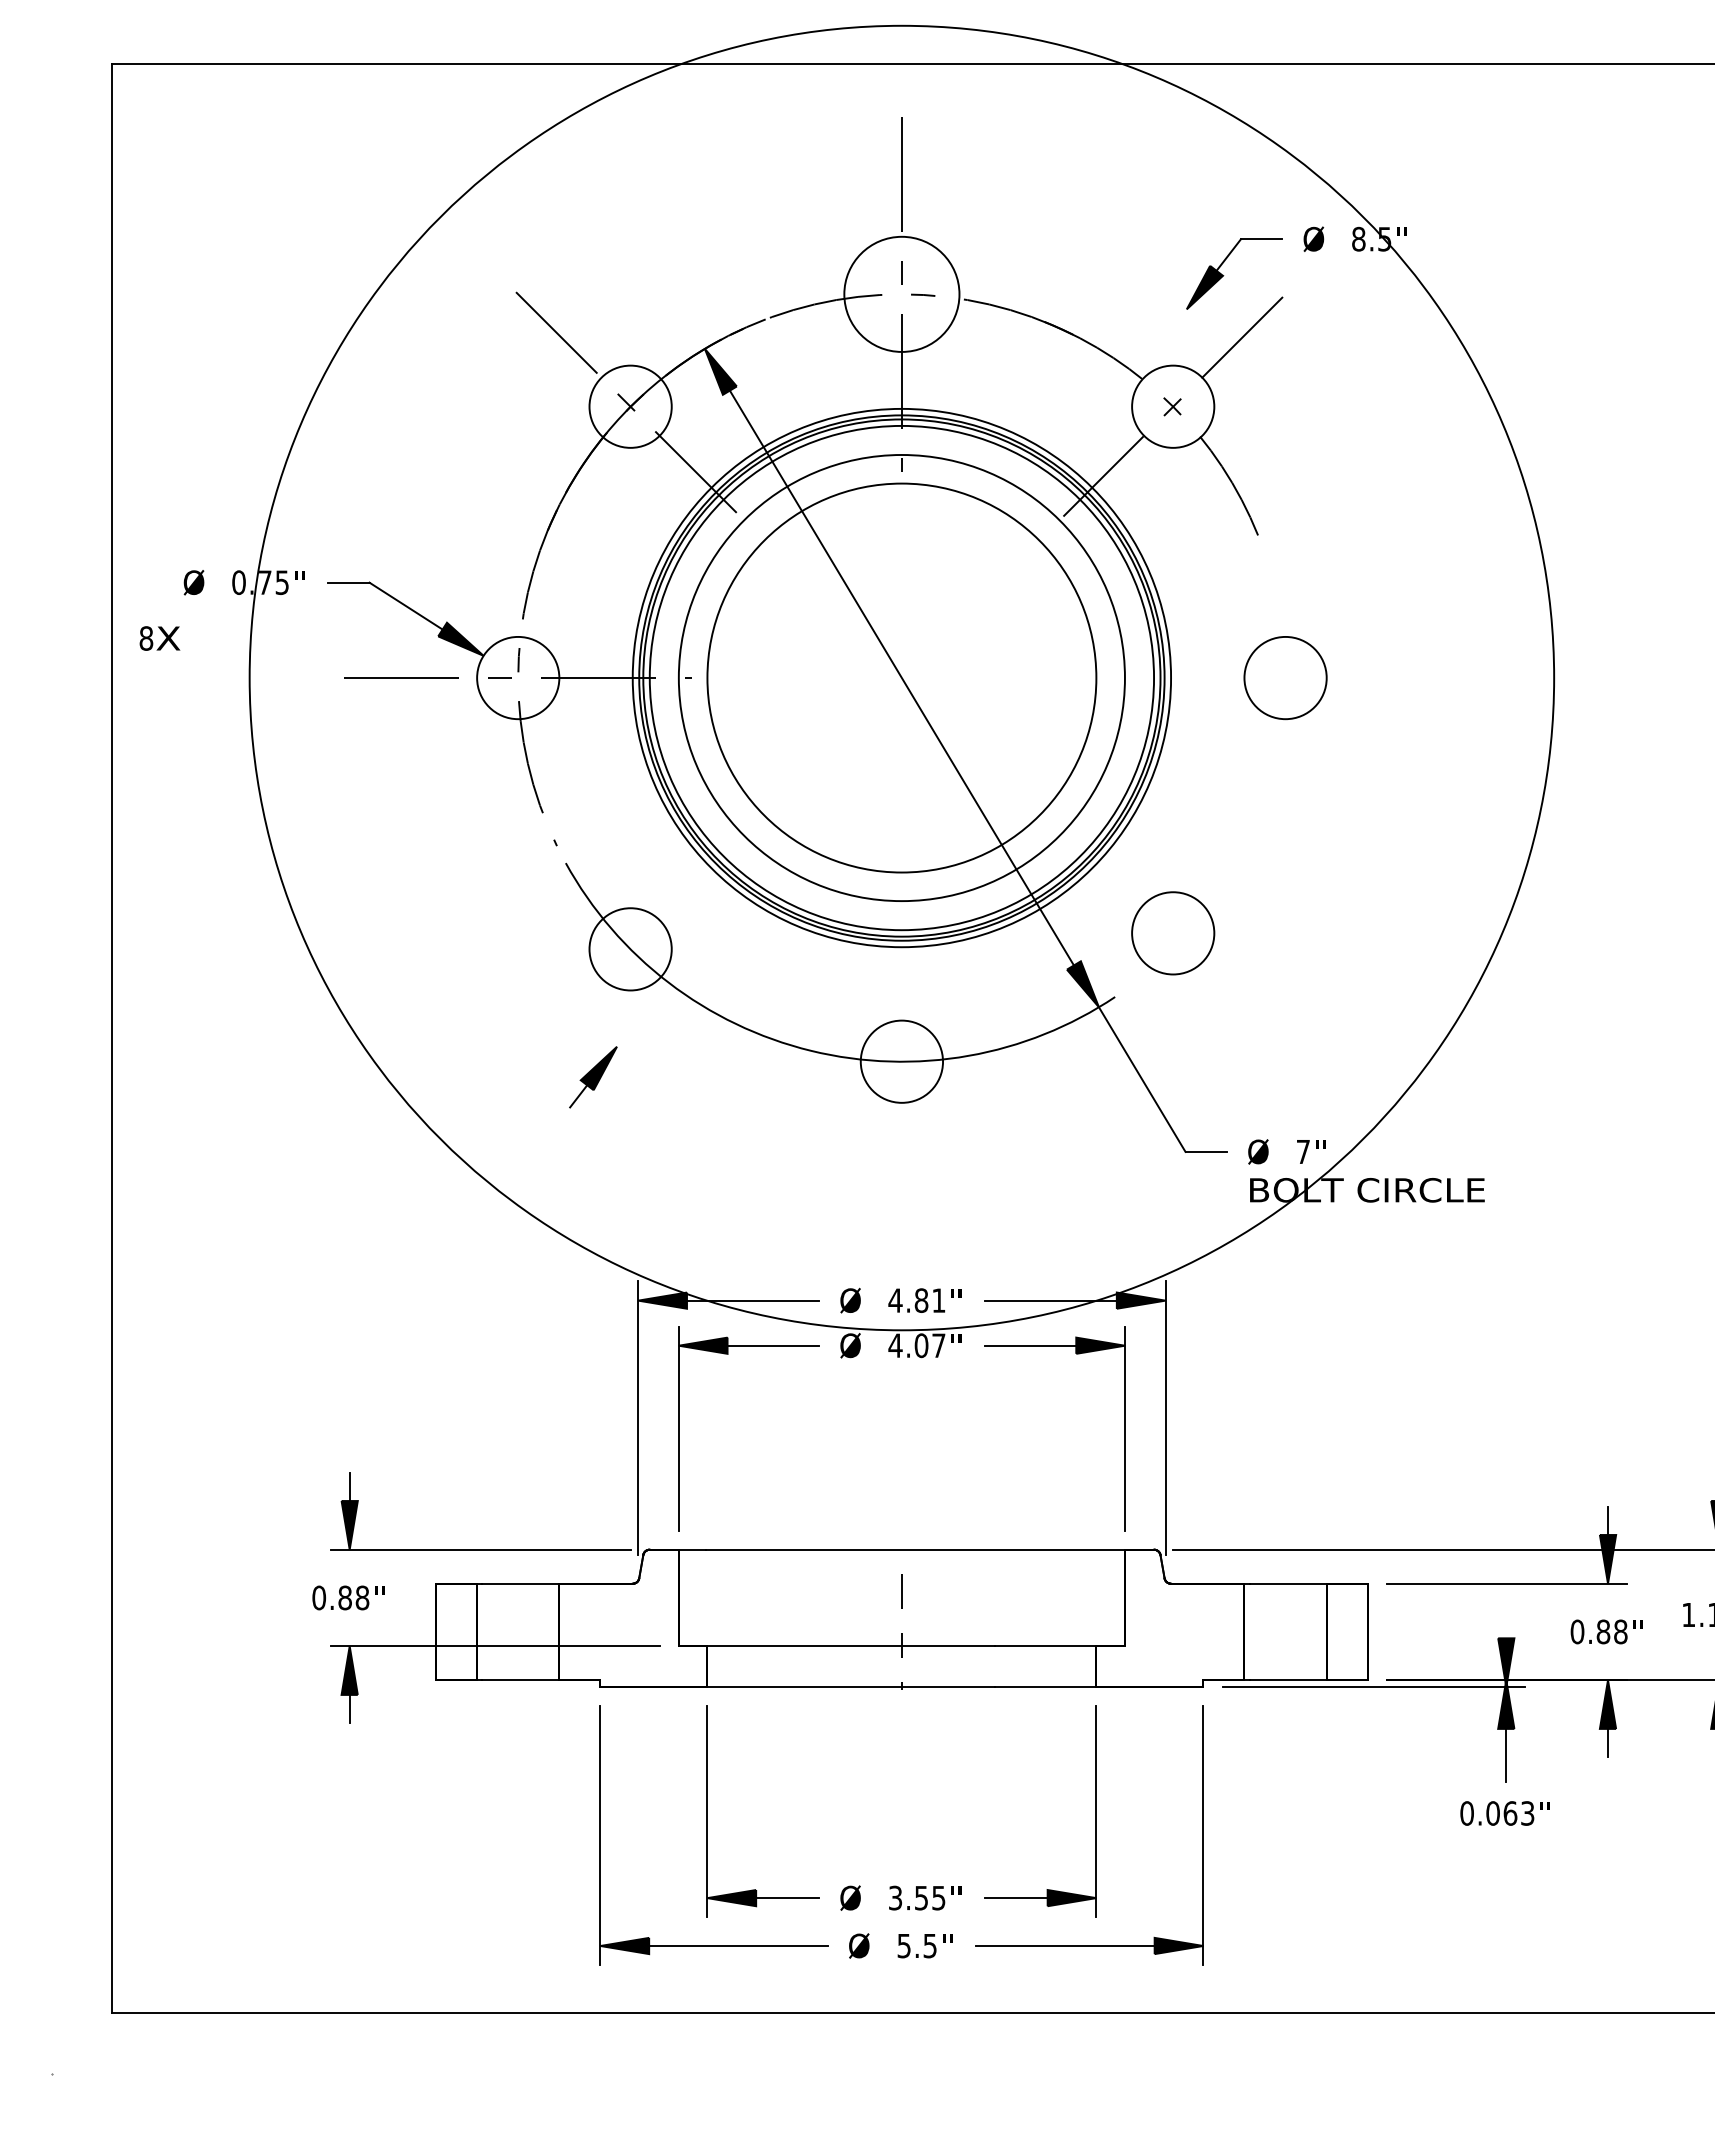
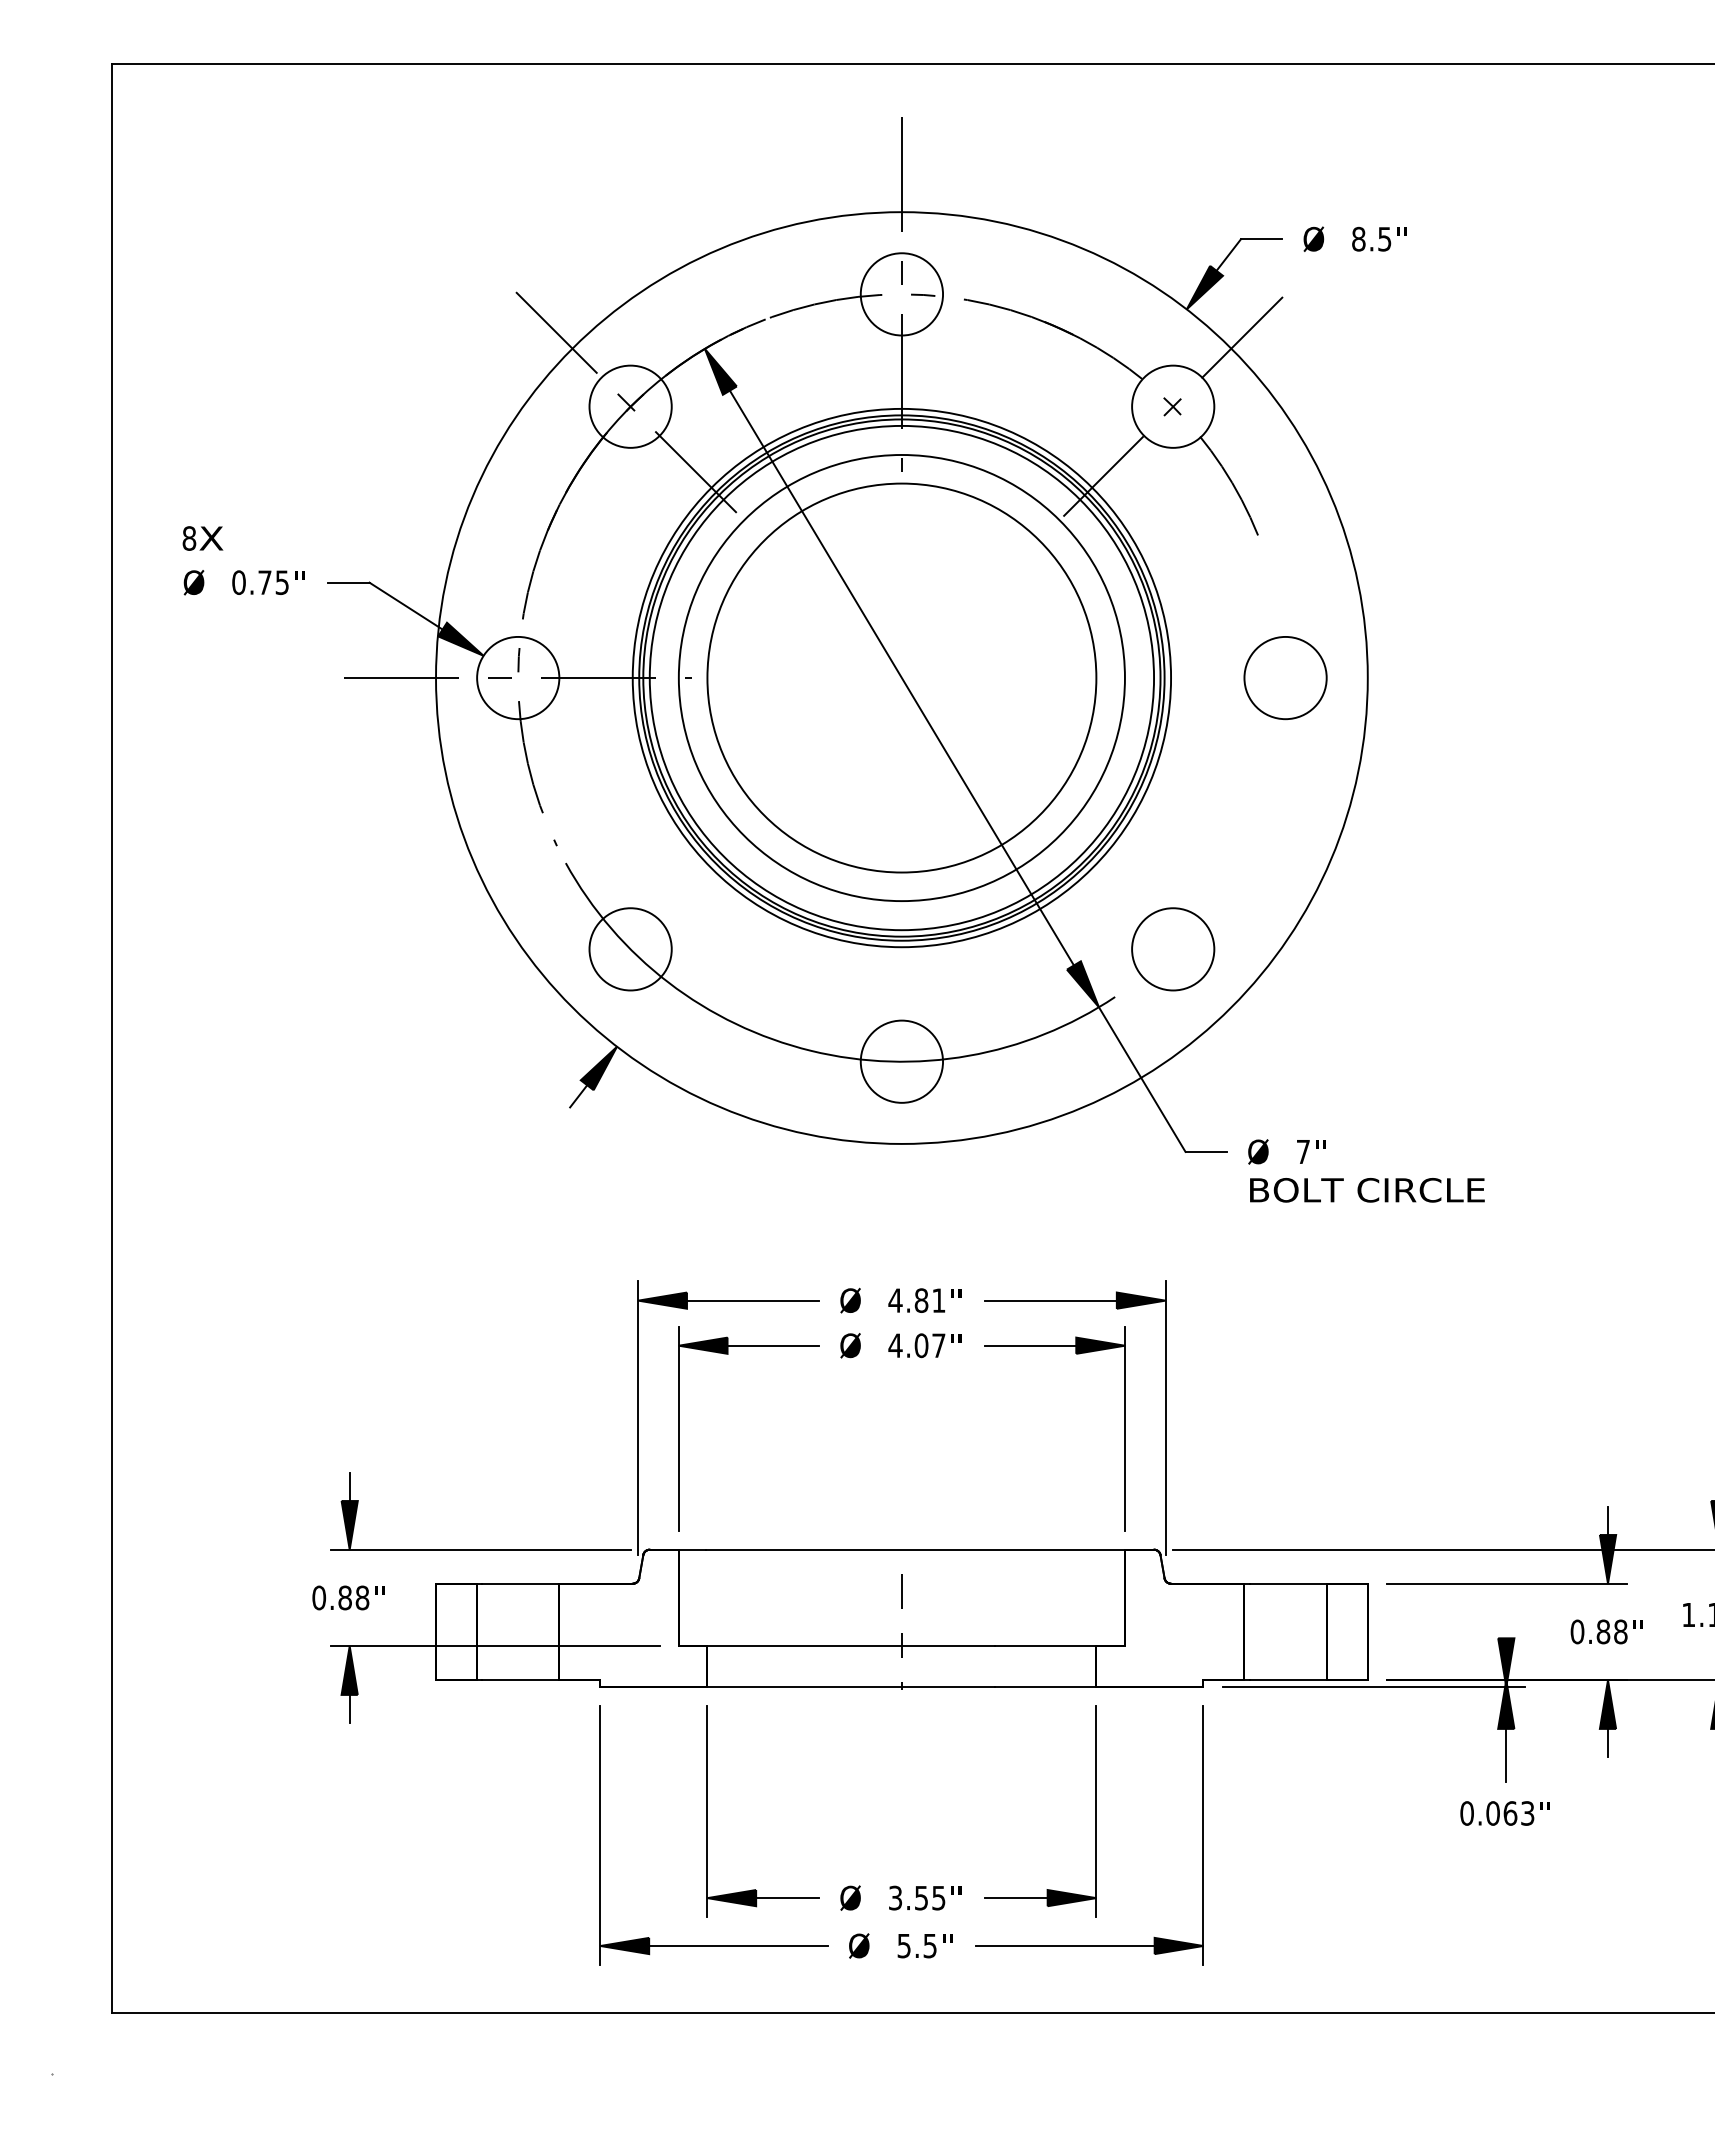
circle at (901, 293) diameter: 115 px -> 82 px
text at (159, 638) position: (159, 638) -> (202, 538)
circle at (901, 677) diameter: 1304 px -> 932 px
circle at (1173, 933) position: (1173, 933) -> (1173, 949)
